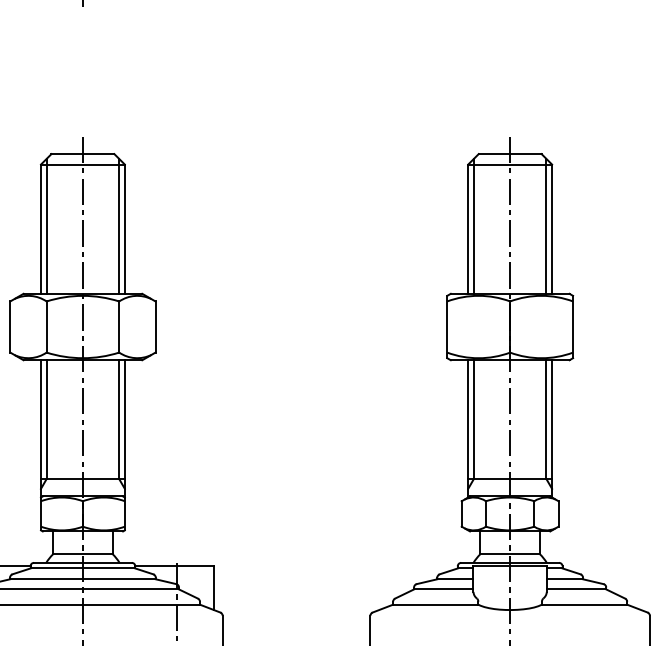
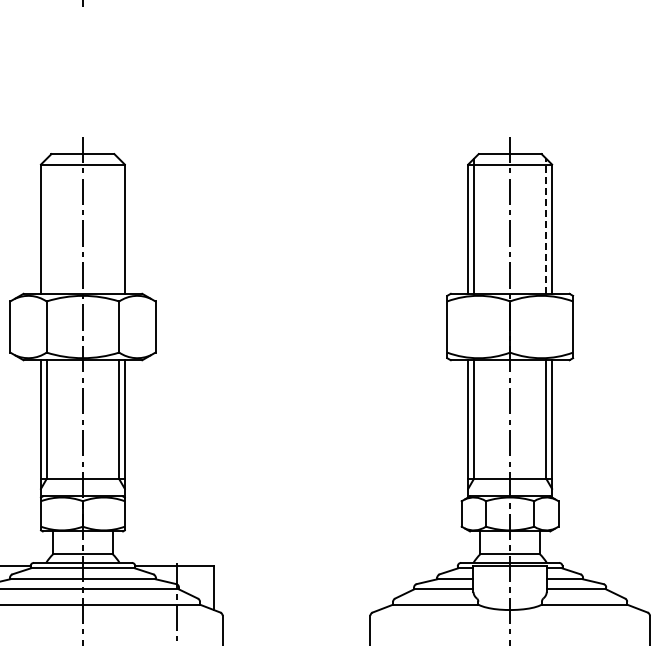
line at (46, 225): present -> none
line at (119, 225): present -> none
line at (546, 225): solid -> dashed
